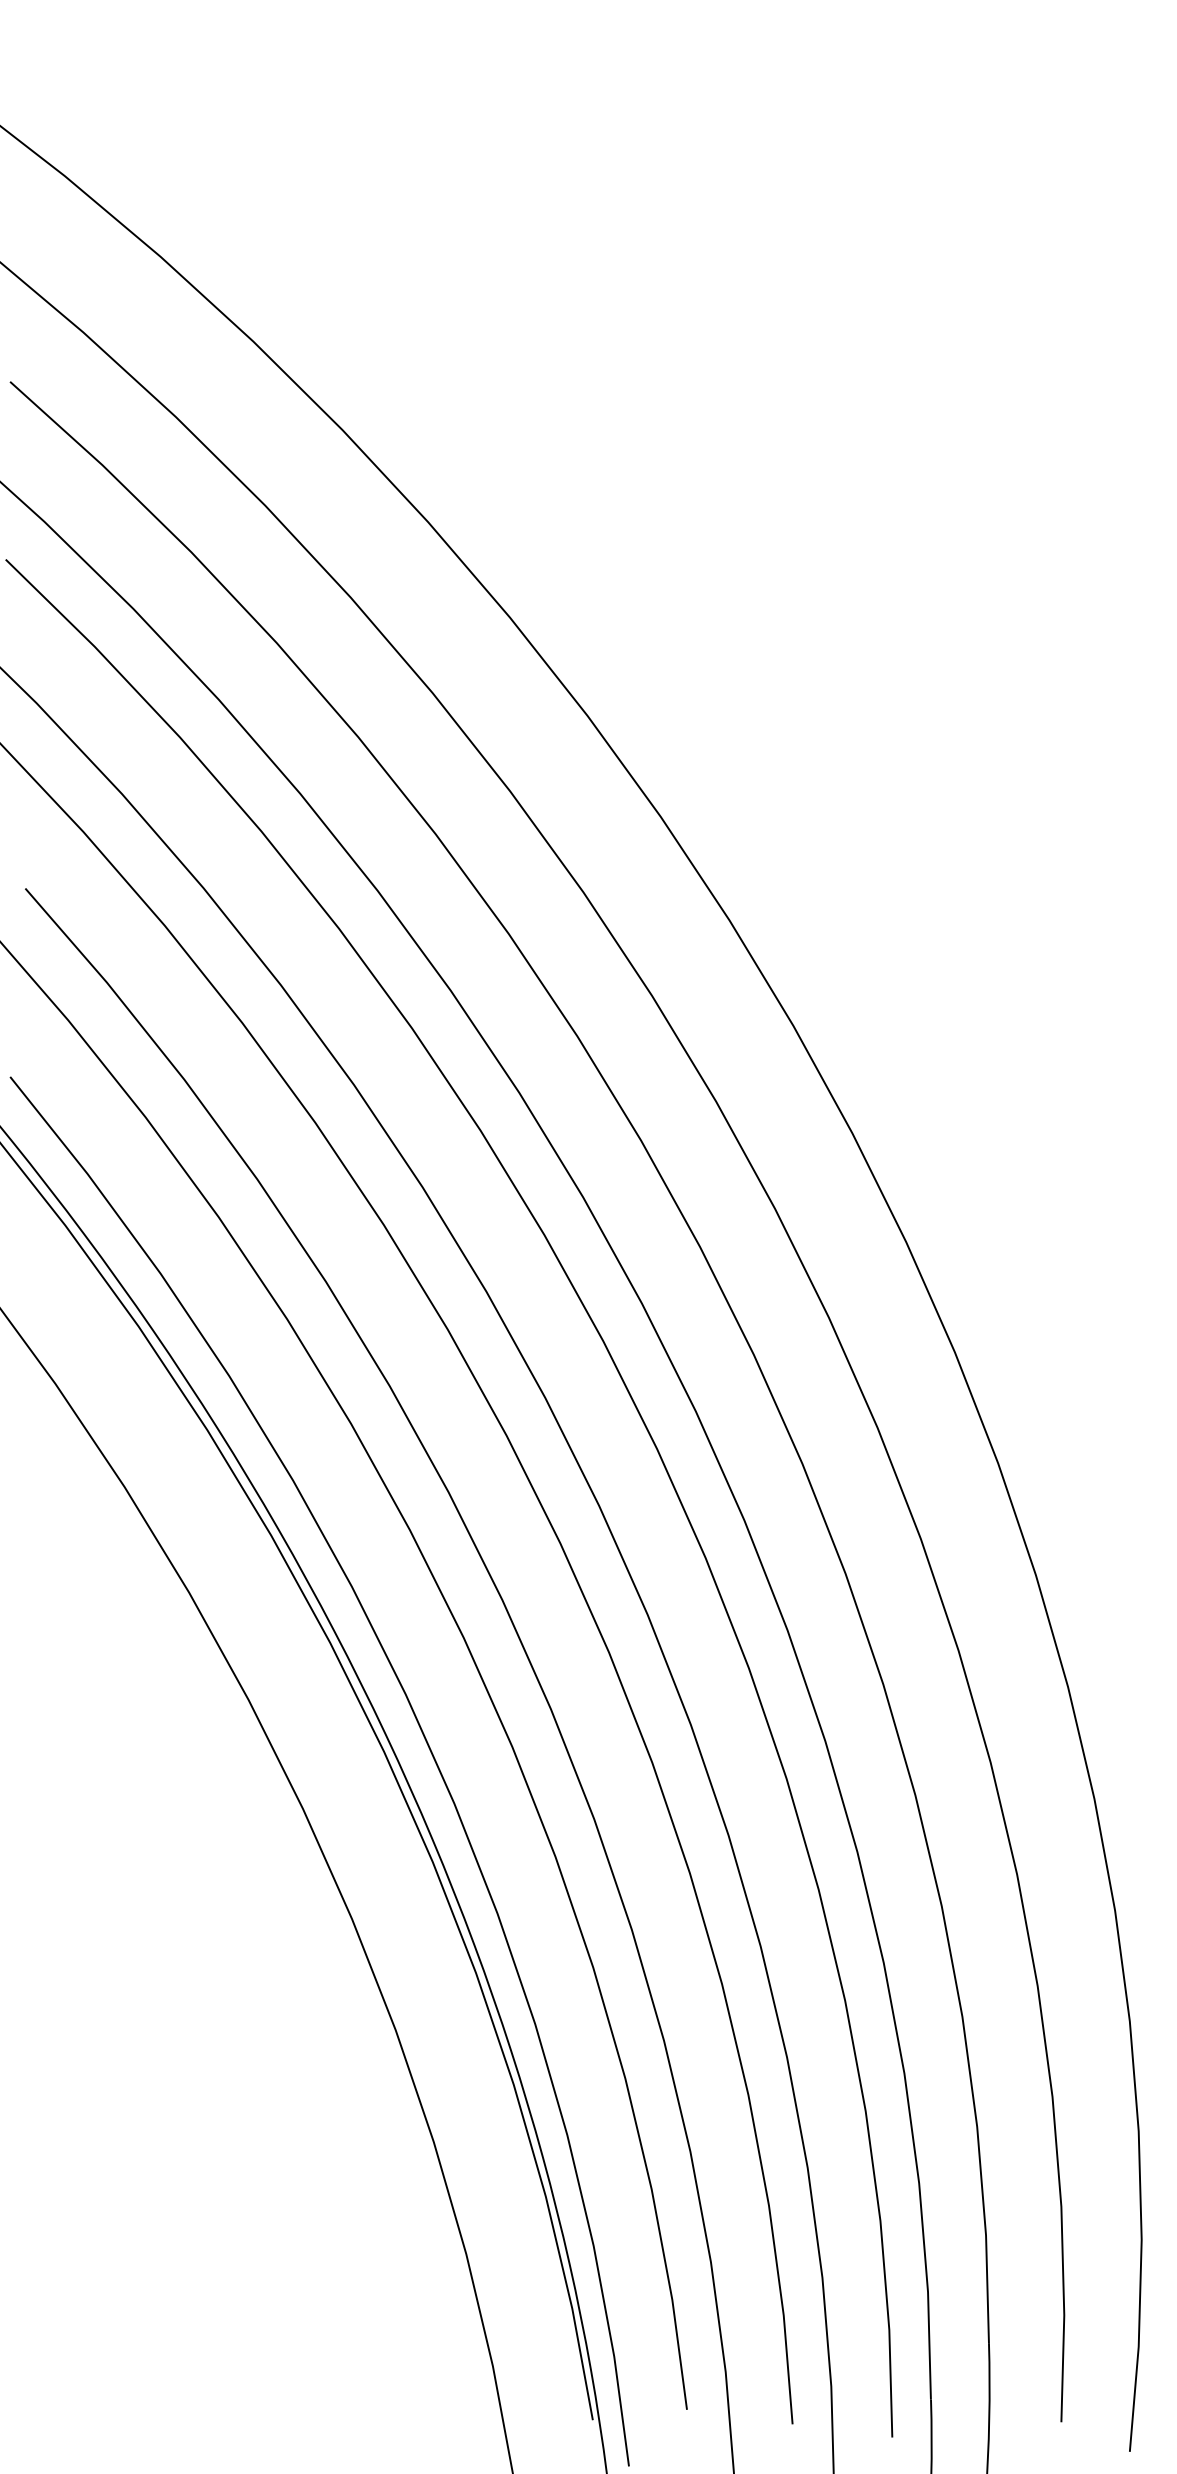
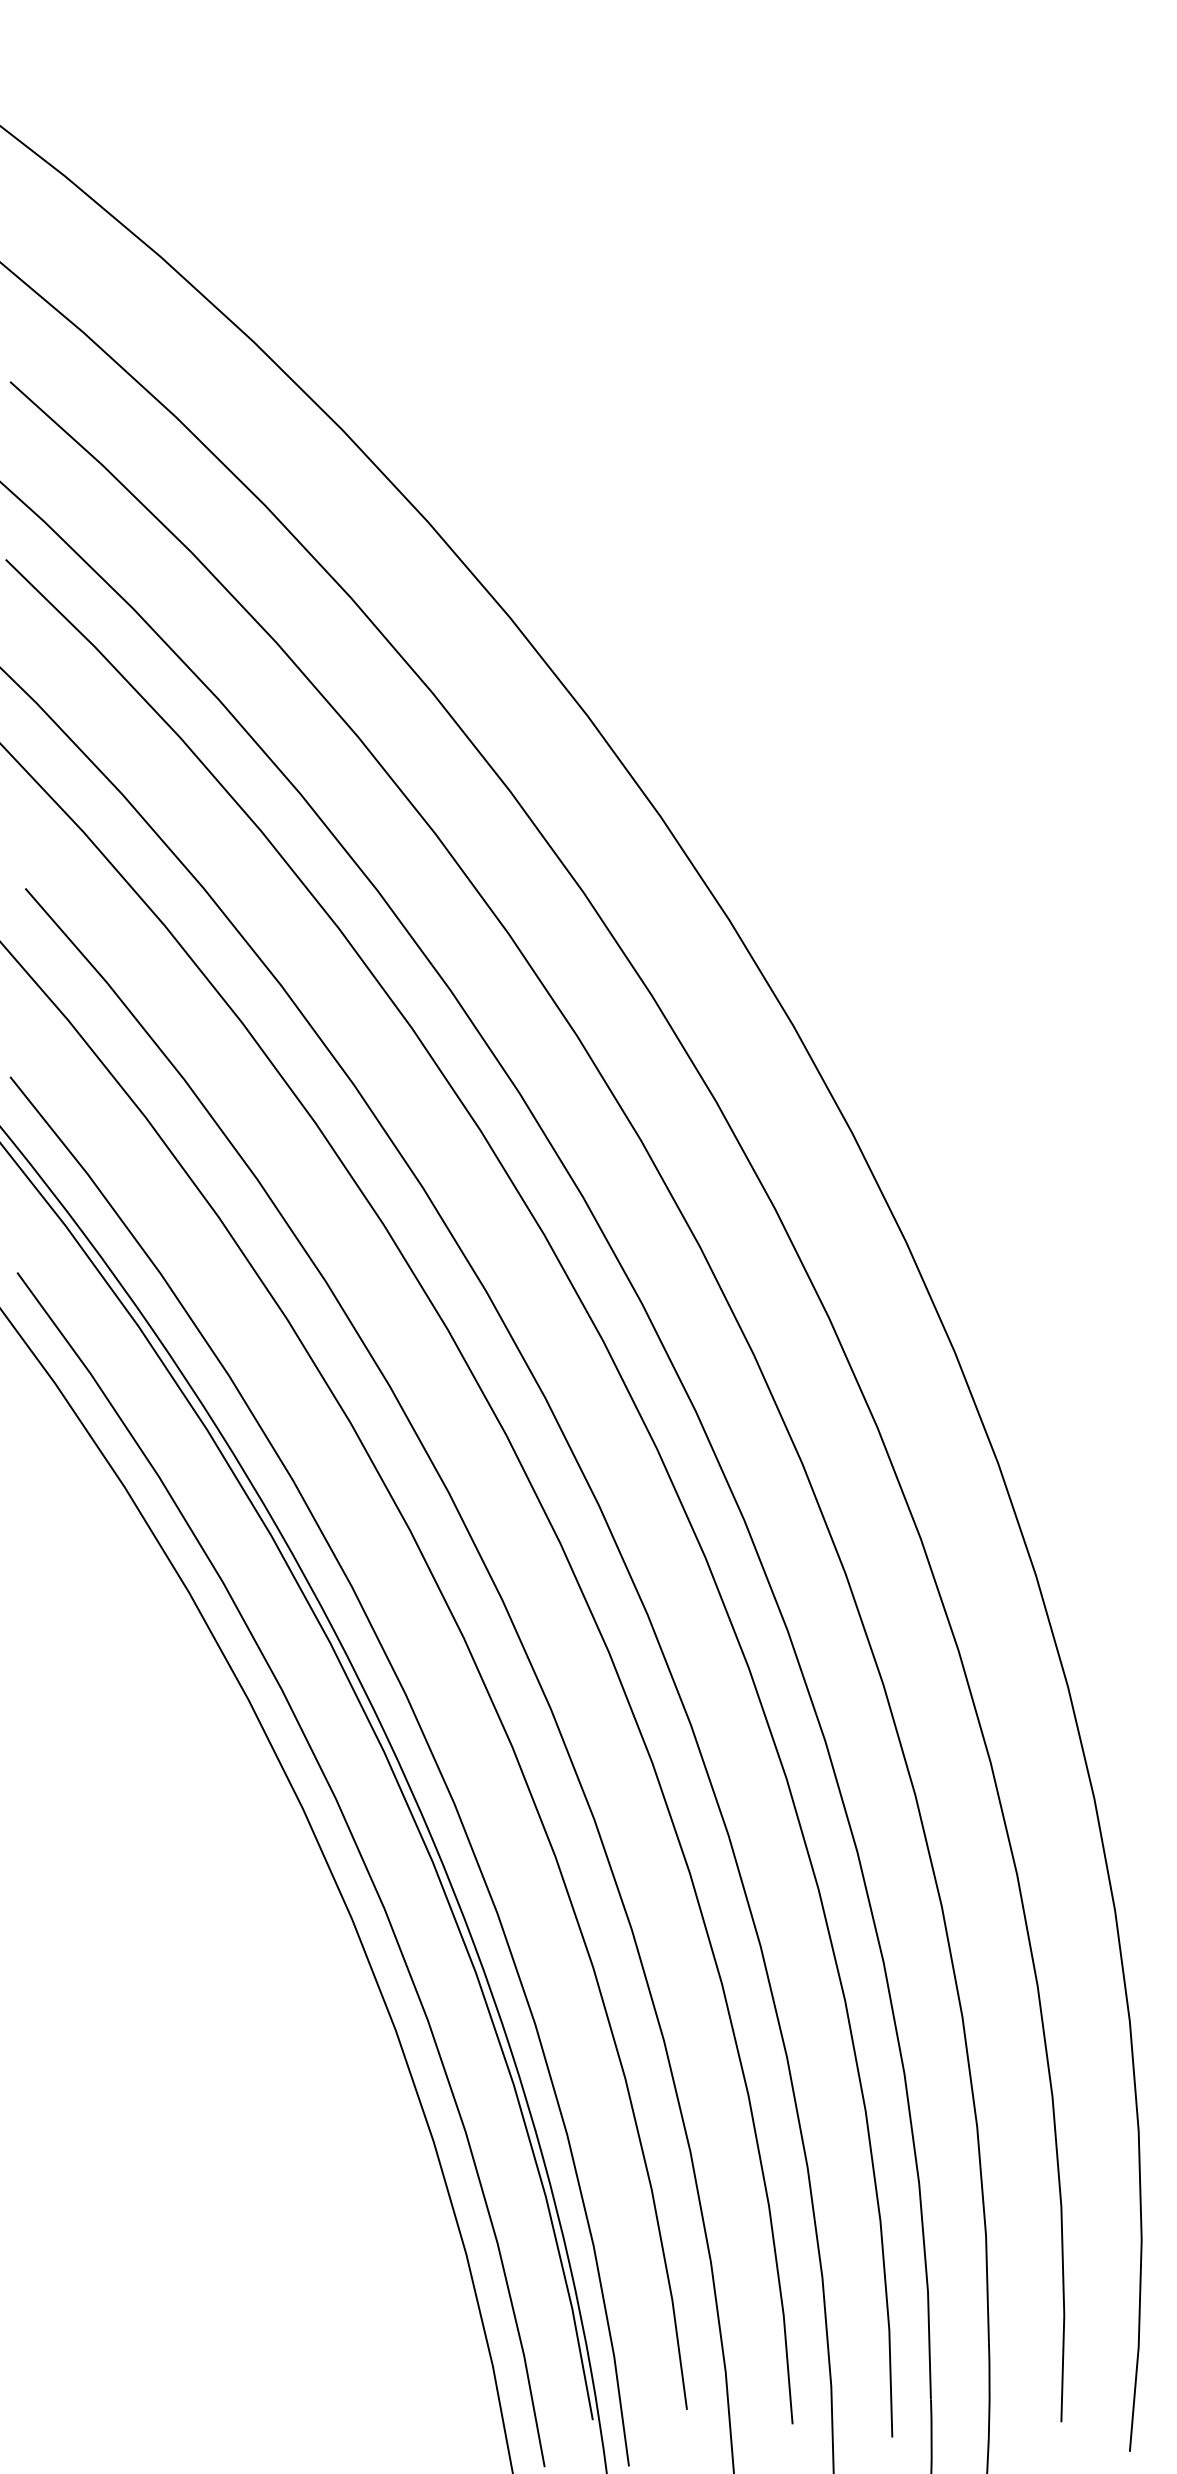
curve at (352, 1839): none -> present
